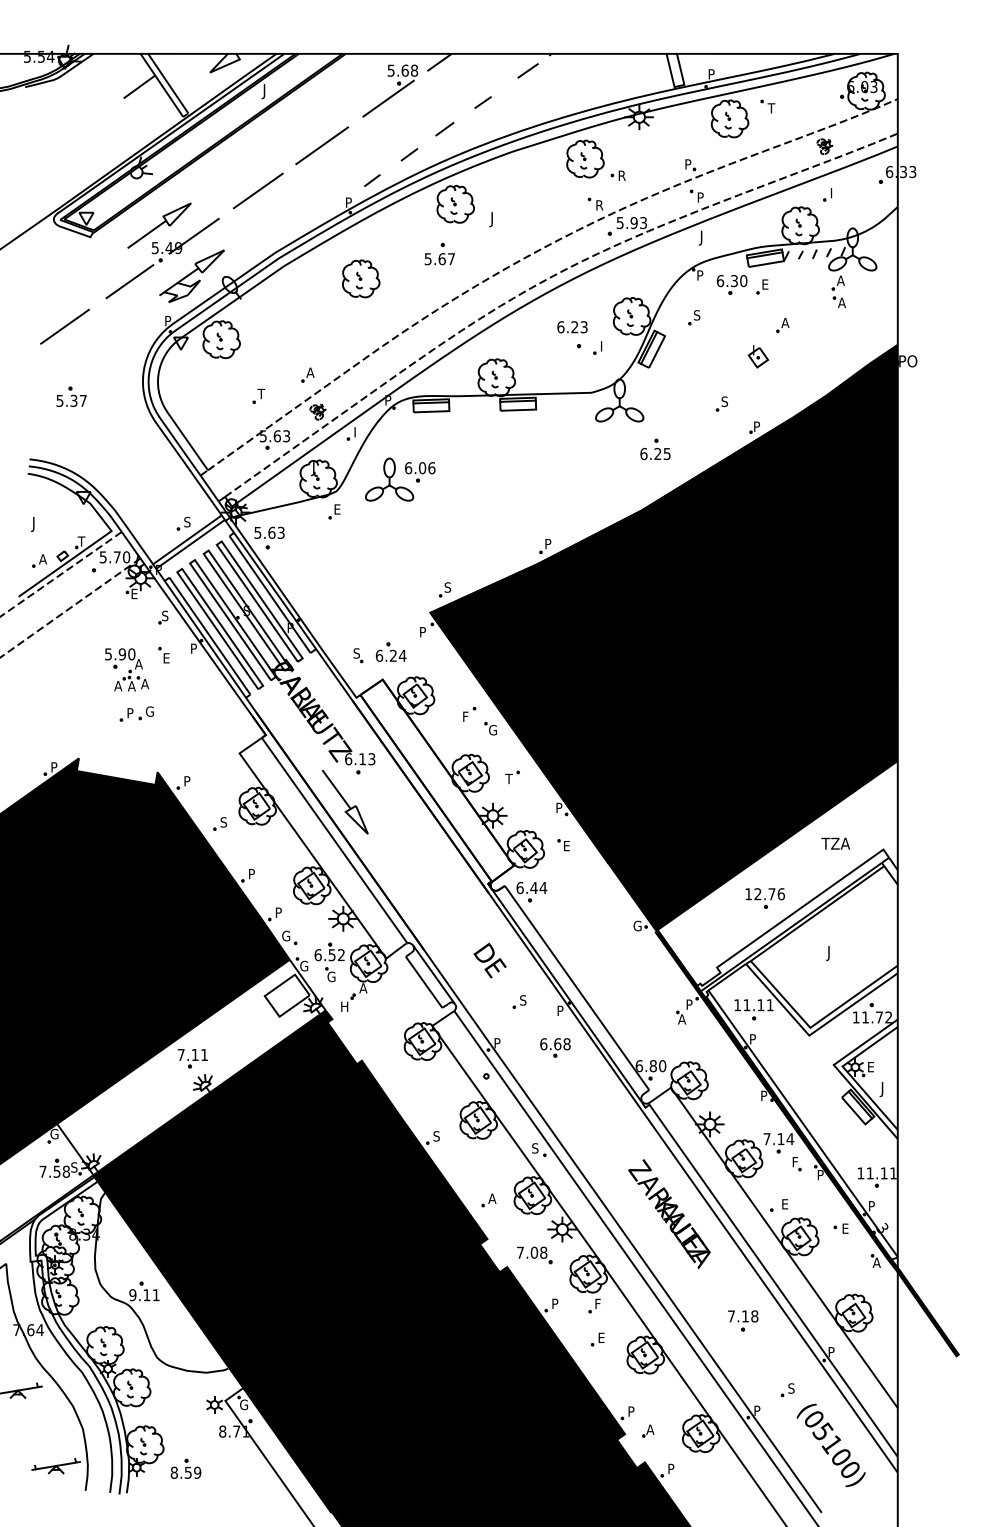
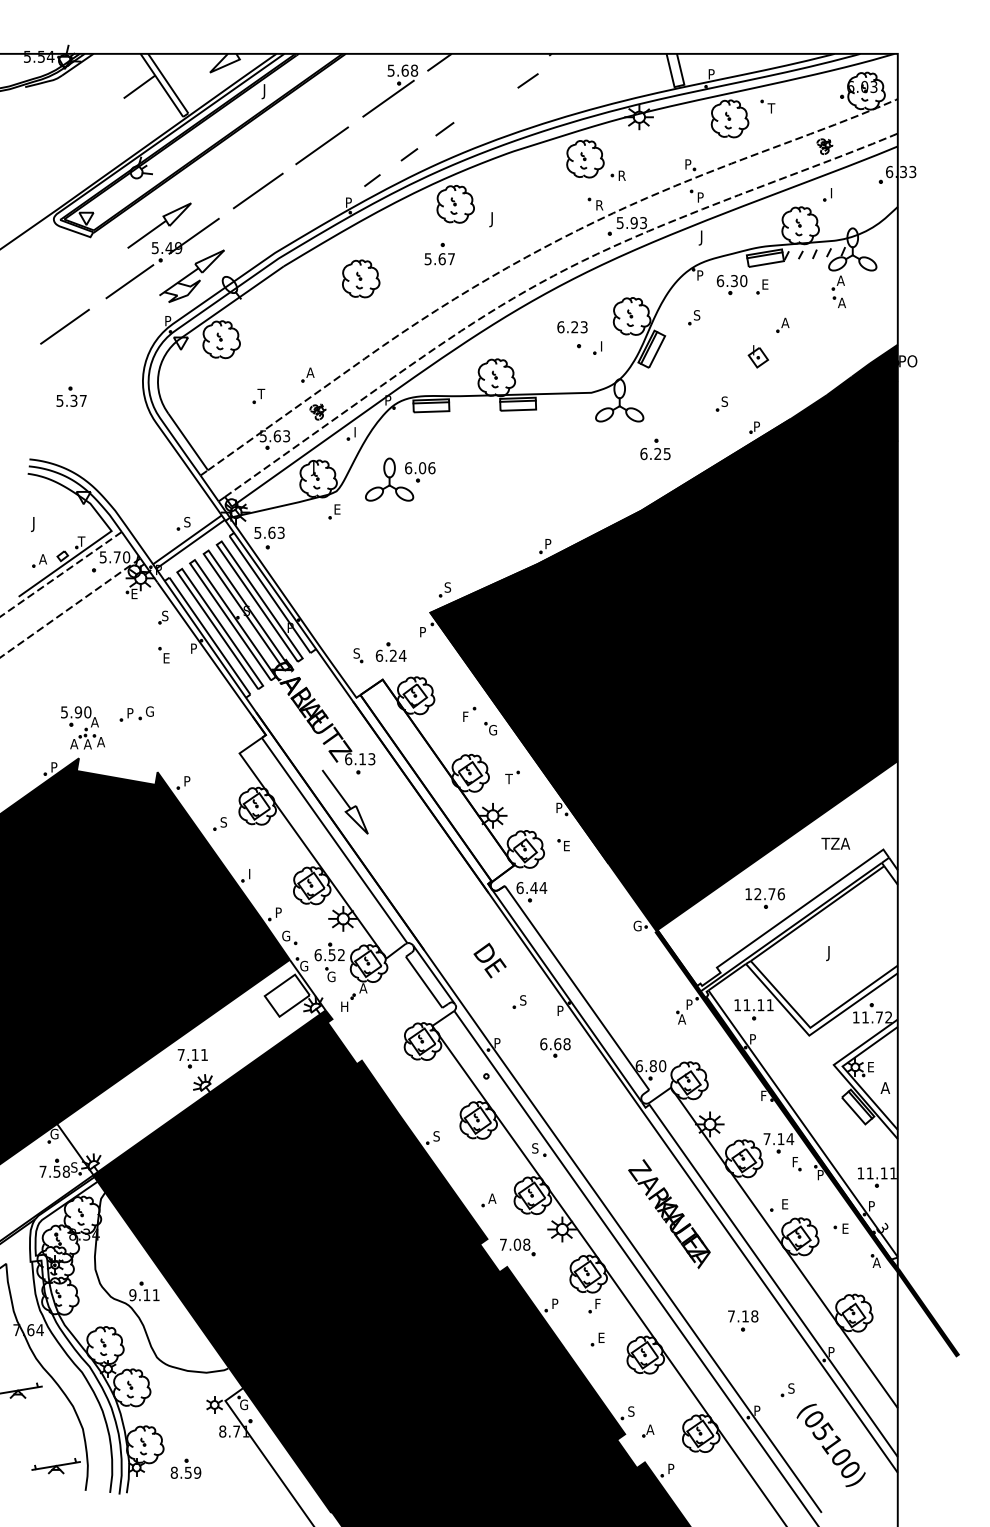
line at (527, 70) position: (527, 70) -> (527, 80)
line at (482, 102): present -> none
part at (126, 669) position: (126, 669) -> (82, 727)
text at (252, 871): P -> I
text at (884, 1089): J -> A
text at (764, 1093): P -> F
part at (534, 1255) position: (534, 1255) -> (517, 1247)
text at (631, 1411): P -> S
